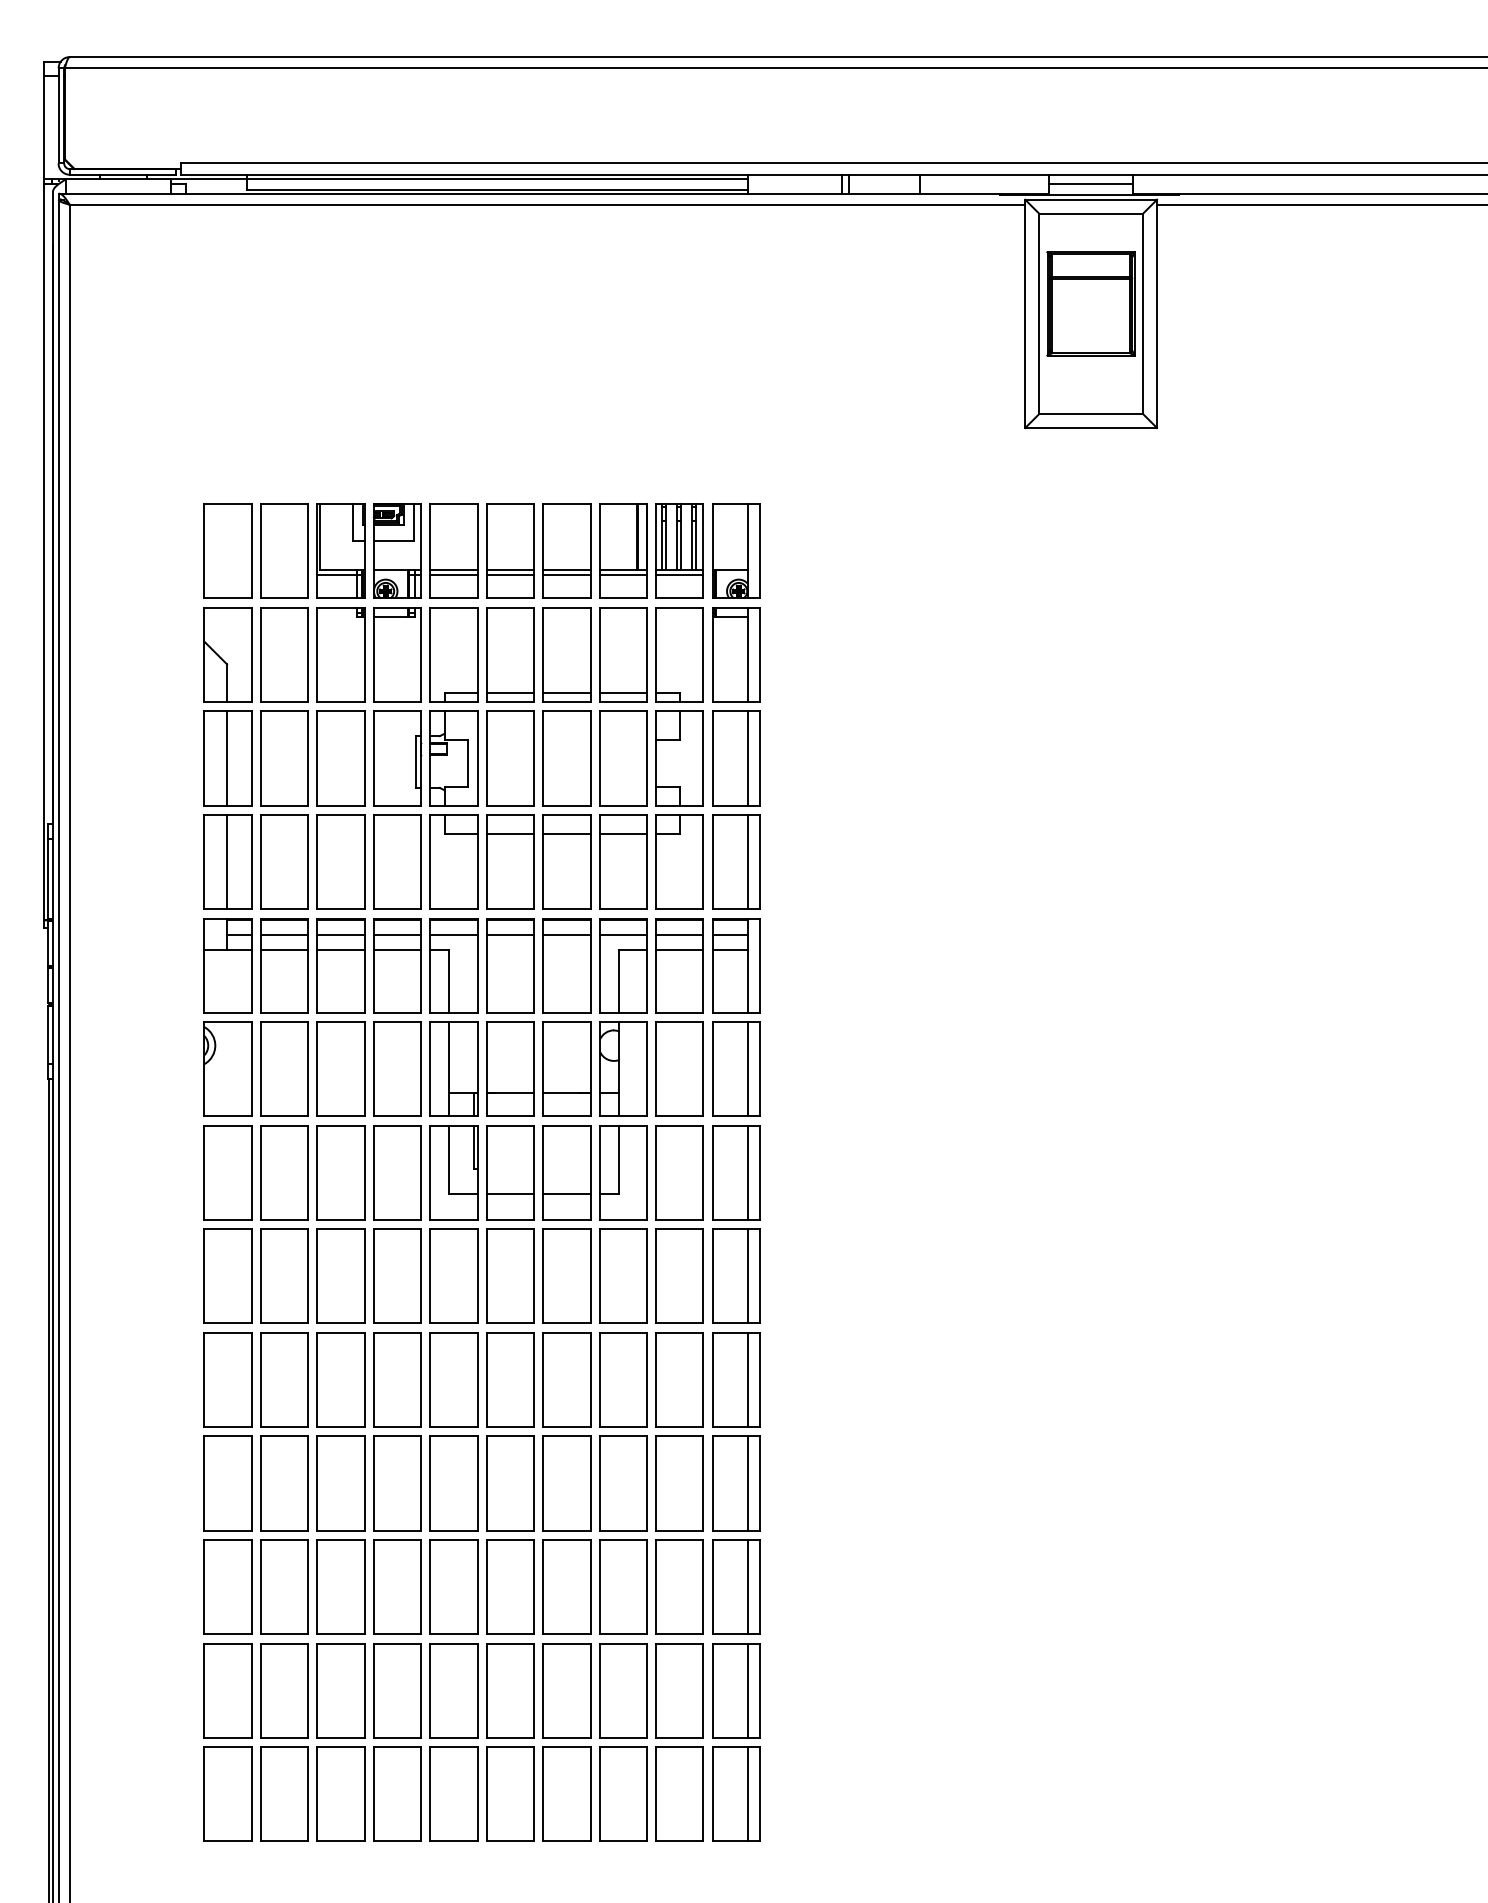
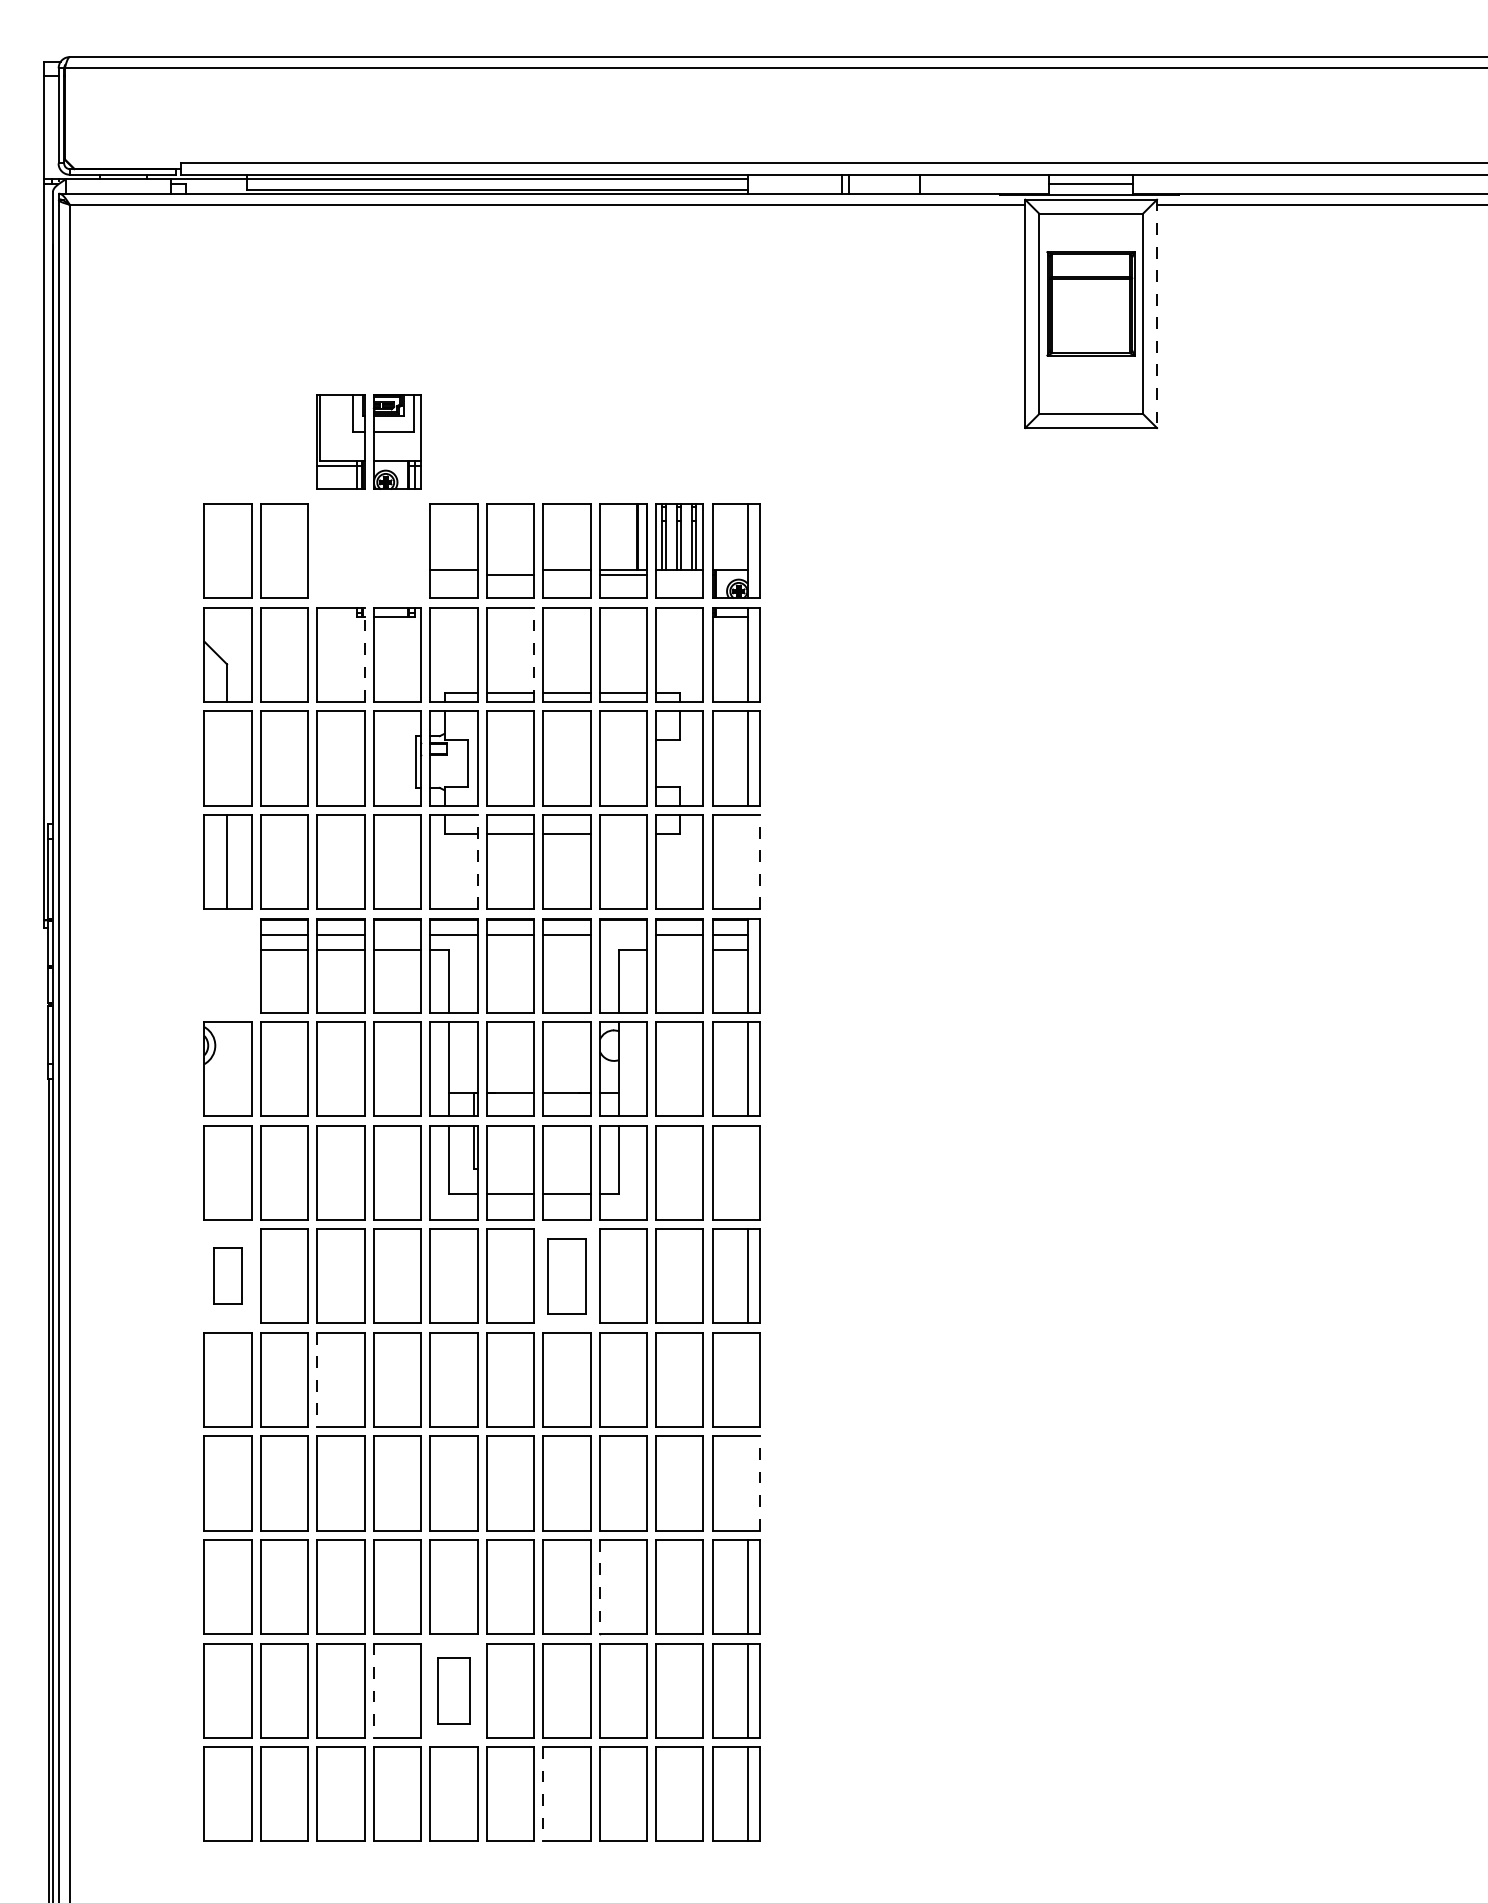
line at (1157, 314): solid -> dashed
part at (368, 550) position: (368, 550) -> (368, 441)
line at (510, 570): present -> none
line at (453, 574): present -> none
line at (566, 574): present -> none
line at (679, 574): present -> none
line at (364, 654): solid -> dashed
line at (534, 654): solid -> dashed
line at (227, 758): present -> none
line at (623, 833): present -> none
line at (477, 861): solid -> dashed
line at (747, 861): present -> none
line at (759, 861): solid -> dashed
line at (397, 935): present -> none
line at (623, 935): present -> none
line at (679, 949): present -> none
part at (227, 965): present -> none
line at (747, 1172): present -> none
part at (227, 1275) size: 50x96 px -> 30x58 px
part at (566, 1275) size: 50x96 px -> 40x77 px
line at (747, 1379): present -> none
line at (317, 1380): solid -> dashed
line at (759, 1482): solid -> dashed
line at (747, 1483): present -> none
line at (599, 1587): solid -> dashed
part at (453, 1690) size: 50x96 px -> 34x68 px
line at (373, 1691): solid -> dashed
line at (543, 1794): solid -> dashed
